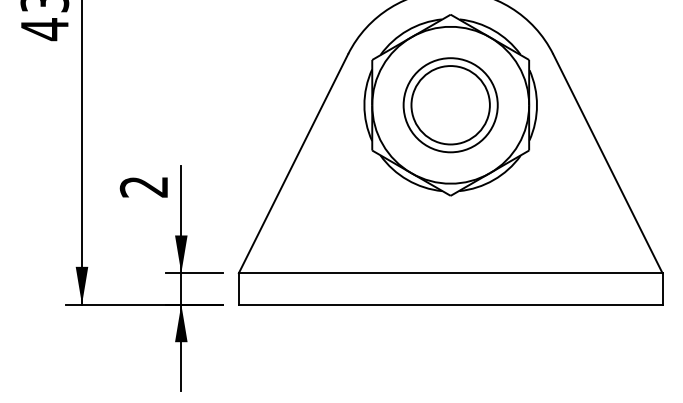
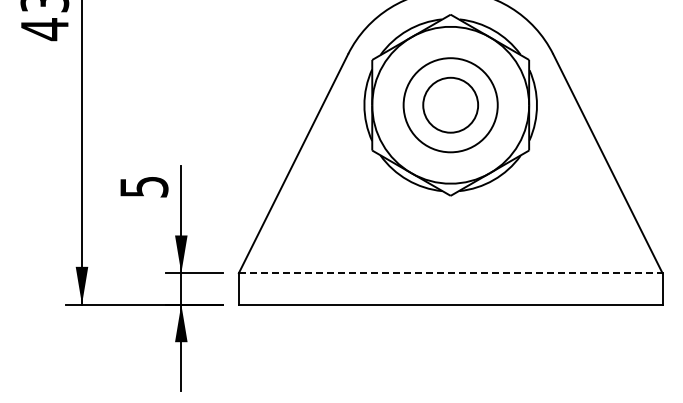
circle at (450, 105) diameter: 78 px -> 55 px
text at (143, 187): 2 -> 5
line at (450, 273): solid -> dashed
